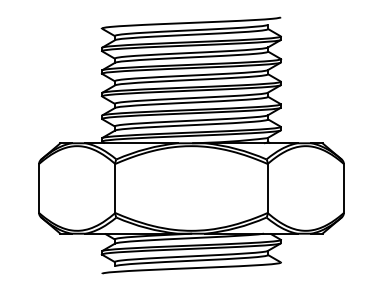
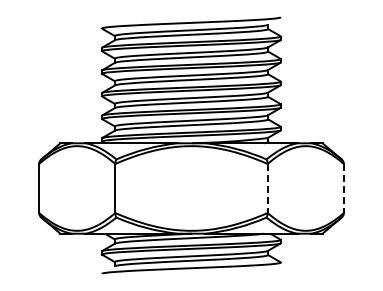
line at (267, 189): solid -> dashed
line at (343, 189): solid -> dashed
